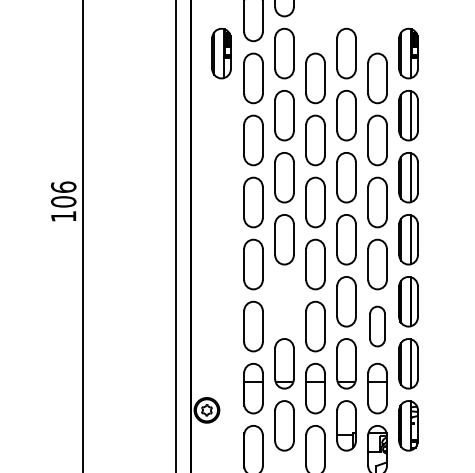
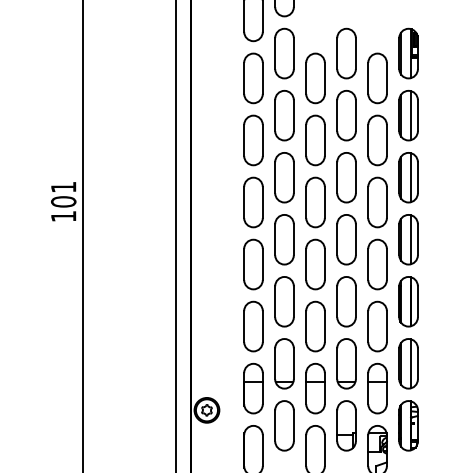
part at (221, 53): present -> none
text at (63, 186): 106 -> 101
part at (284, 301): none -> present
part at (377, 326) size: 17x43 px -> 21x53 px
